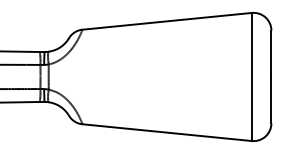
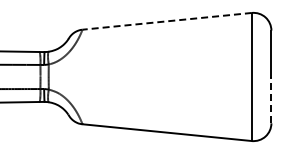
line at (166, 21): solid -> dashed
line at (271, 99): solid -> dashed
